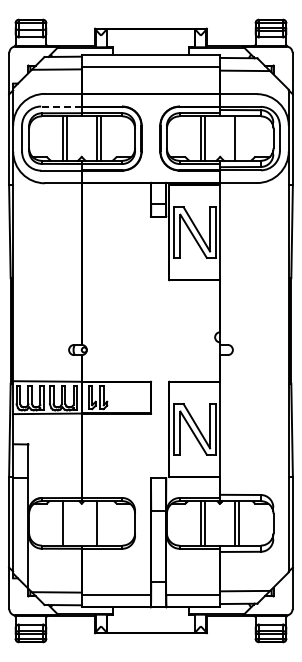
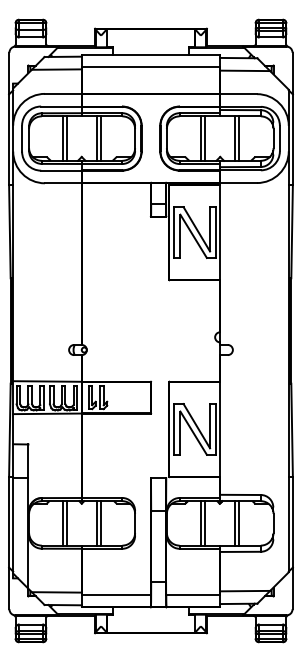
line at (60, 106): dashed -> solid
line at (239, 138): none -> present
line at (66, 523): none -> present
line at (100, 523): none -> present
